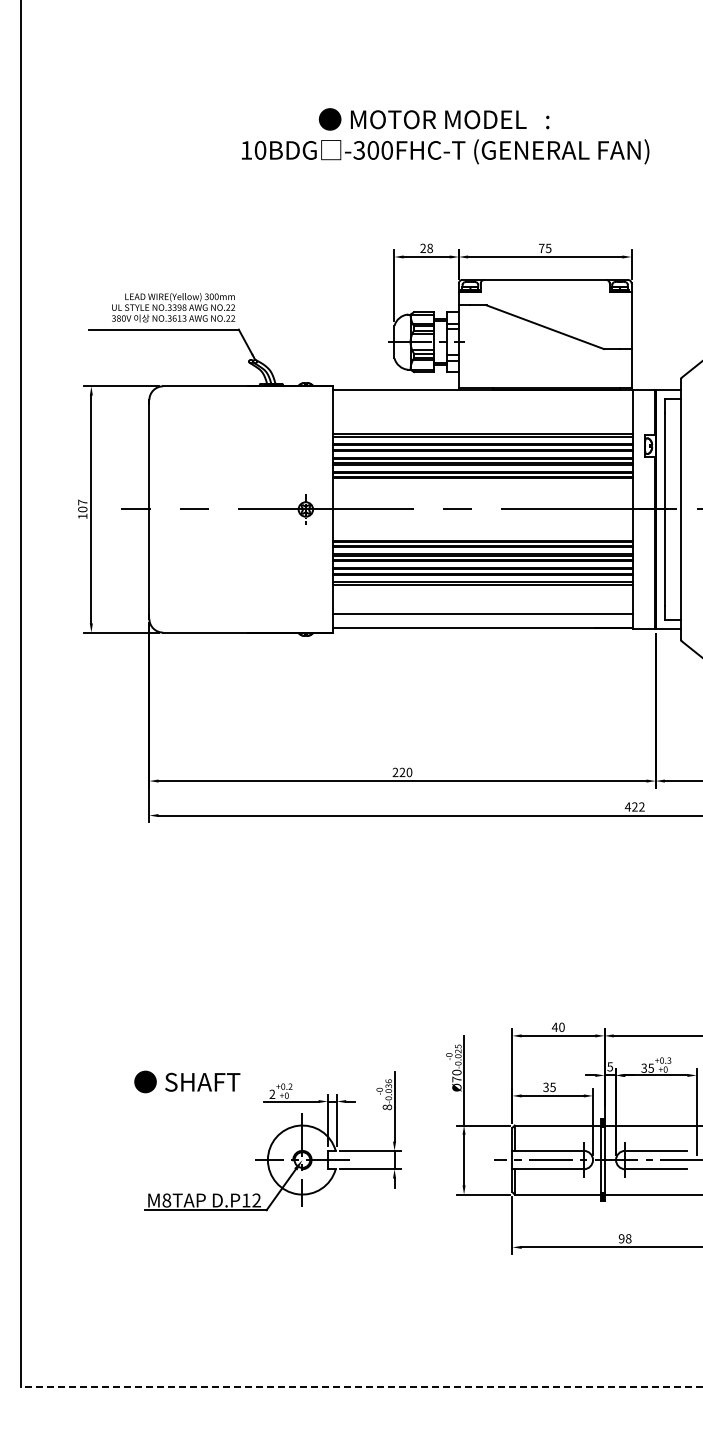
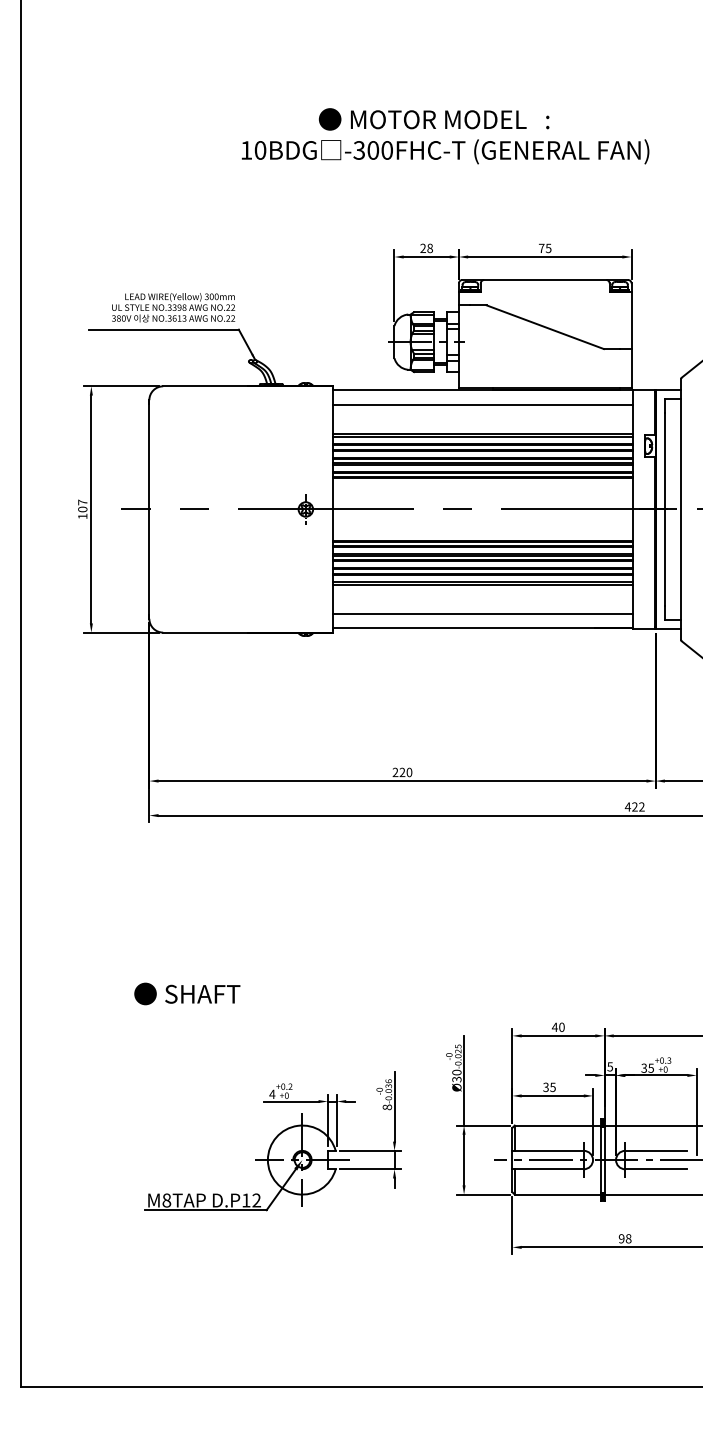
line at (482, 405): none -> present
text at (456, 1079): Ø70 -> Ø30
text at (187, 1081) position: (187, 1081) -> (187, 993)
text at (272, 1093): 2 -> 4
line at (362, 1387): dashed -> solid
